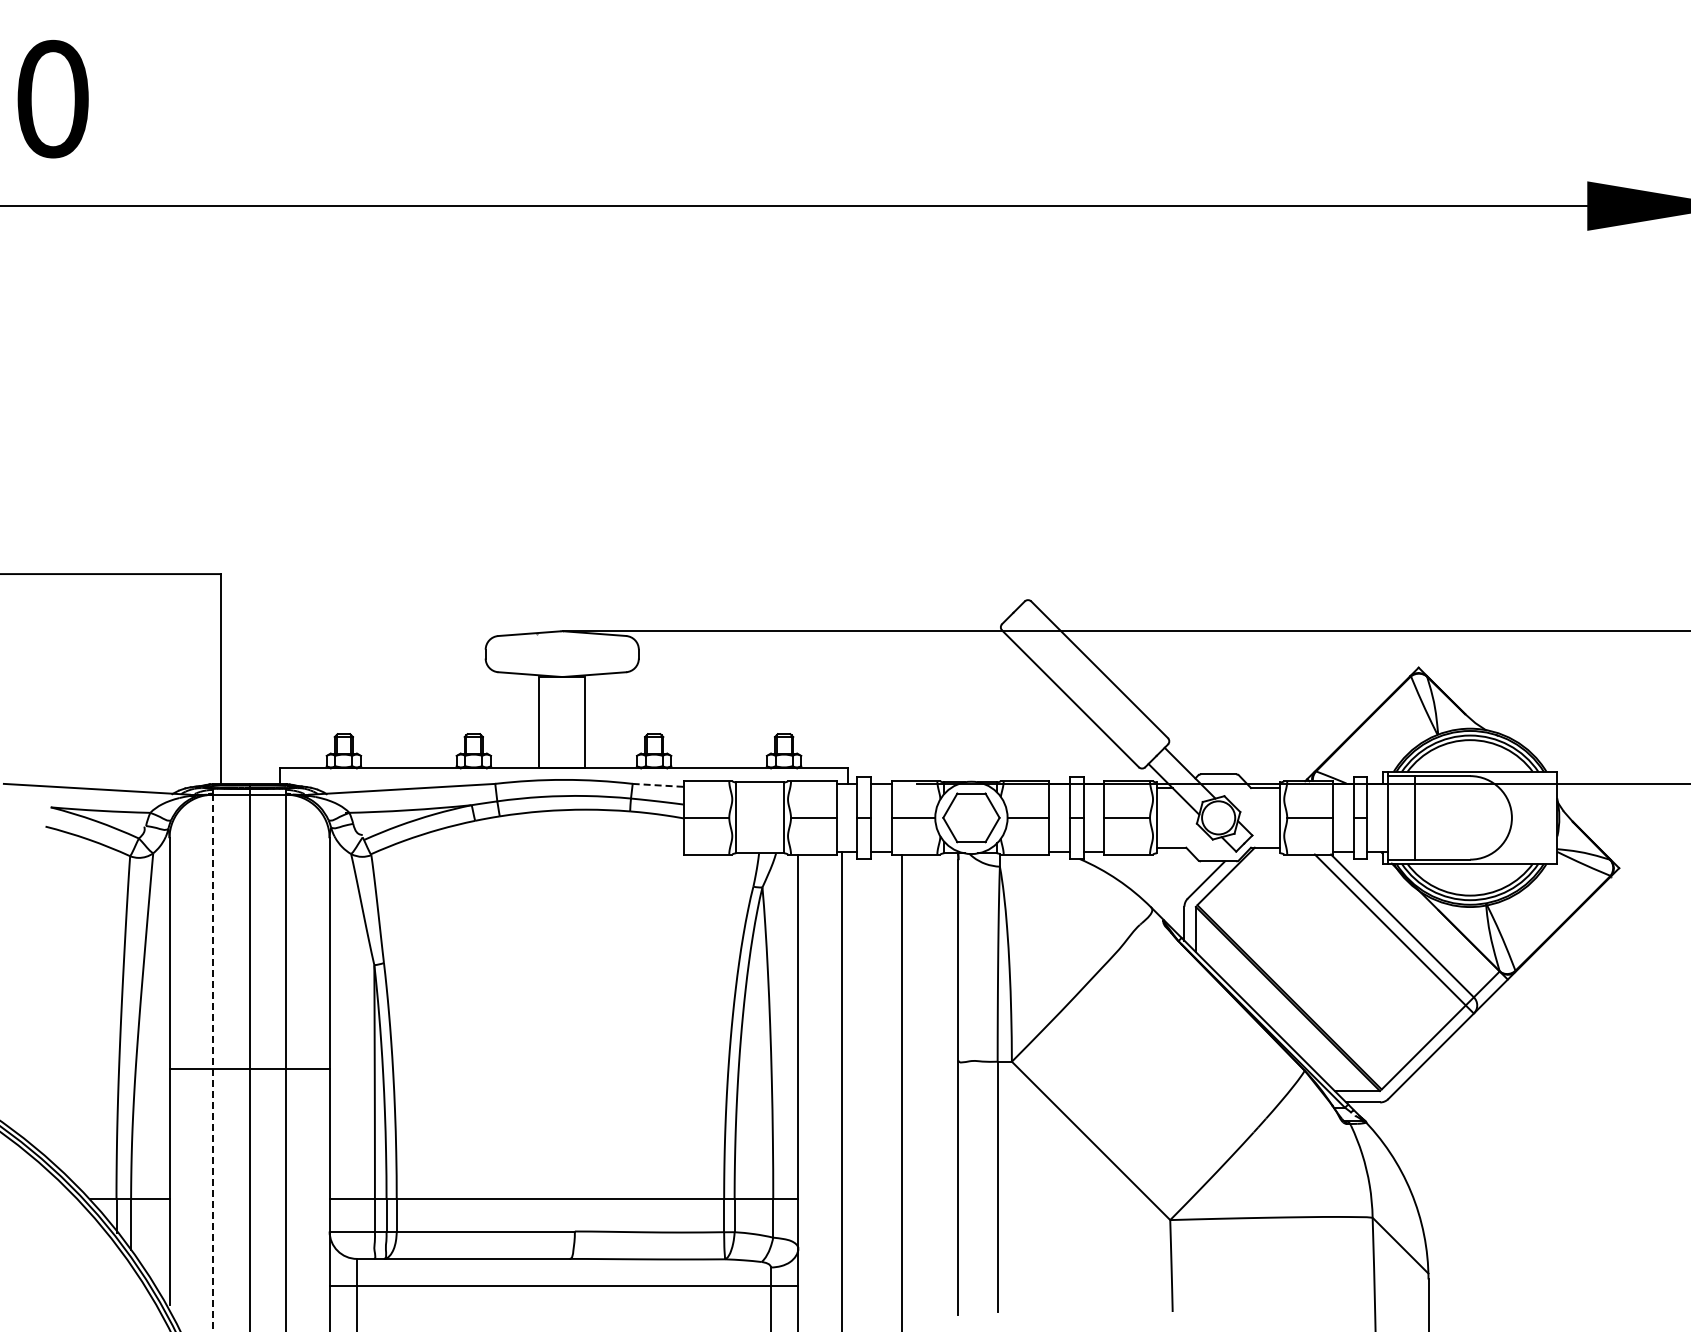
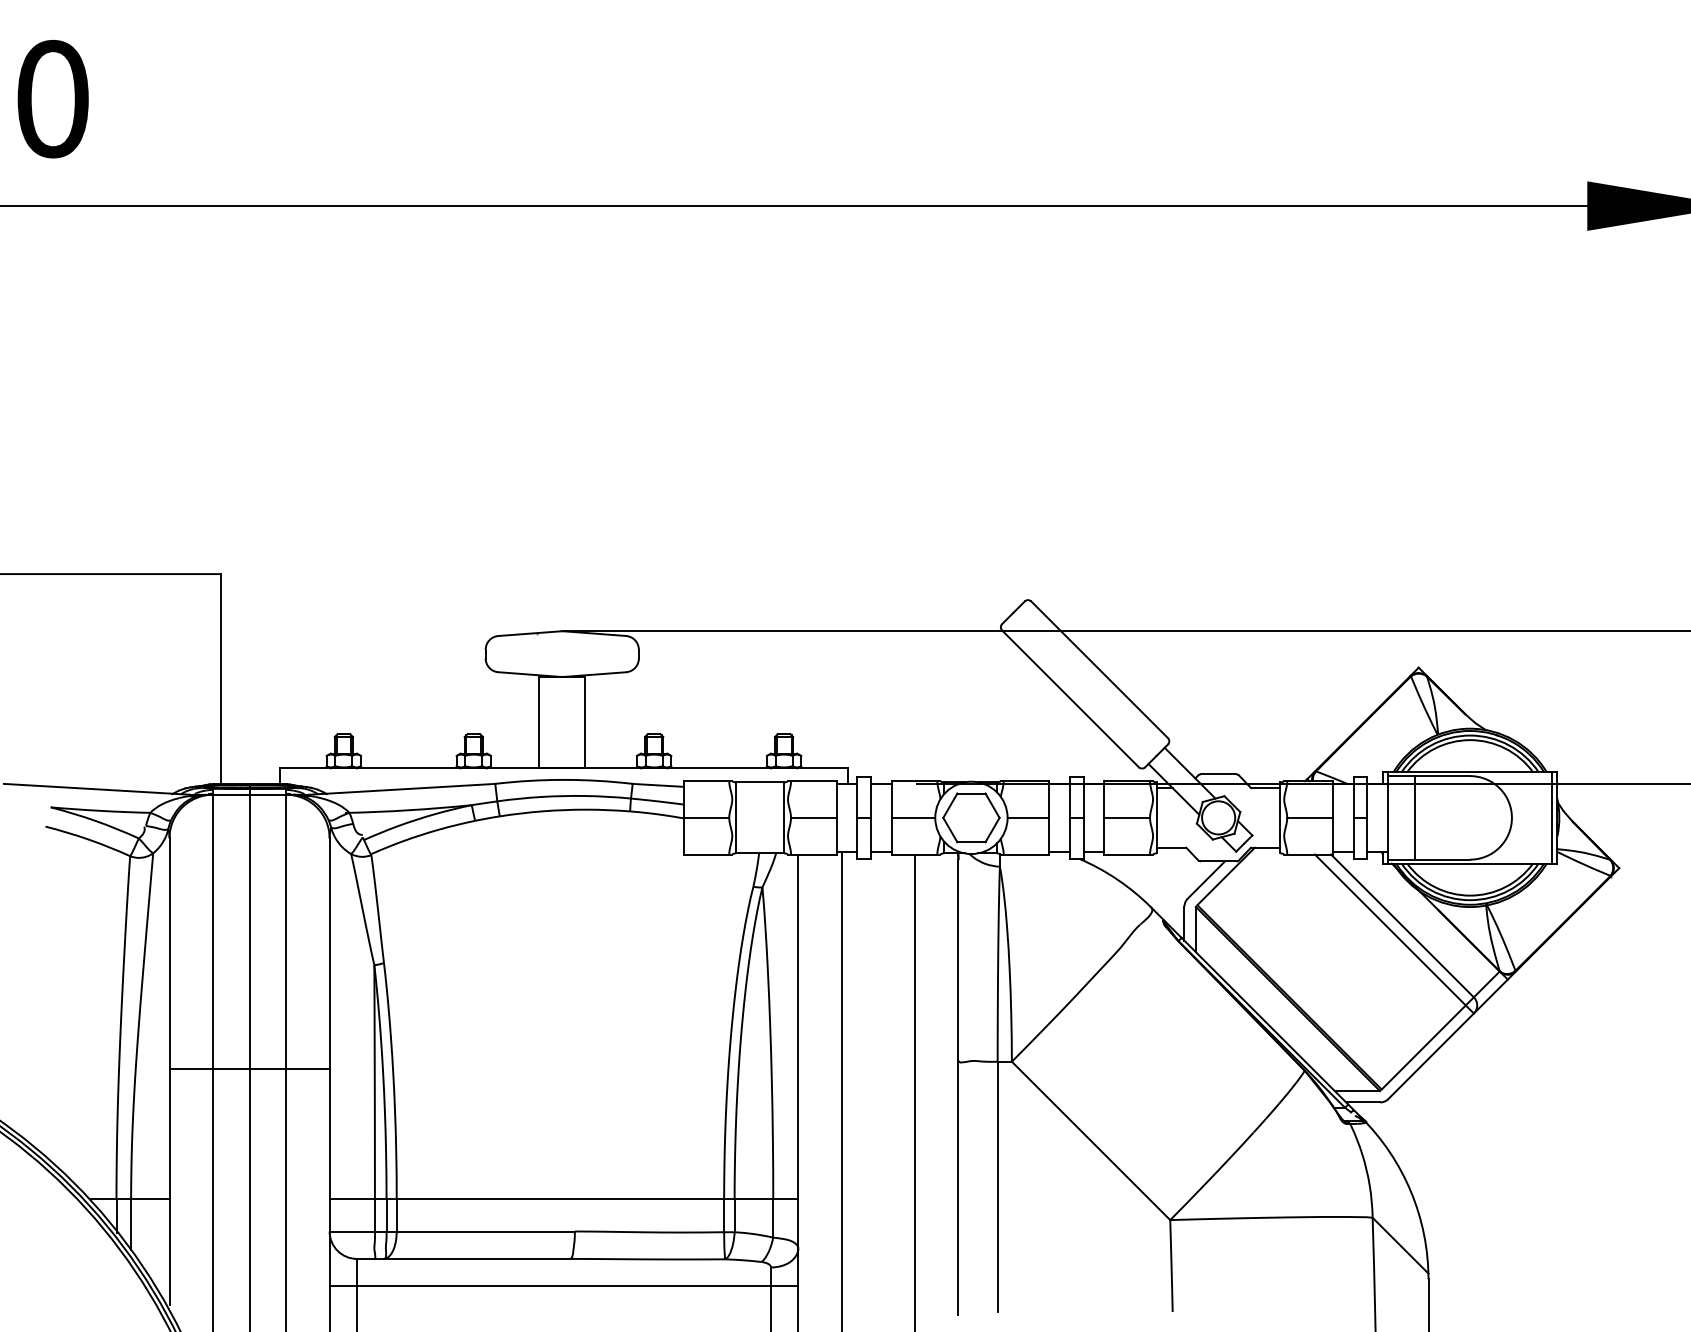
line at (657, 785): dashed -> solid
line at (1552, 817): none -> present
line at (213, 1062): dashed -> solid
line at (902, 1091) position: (902, 1091) -> (915, 1091)
